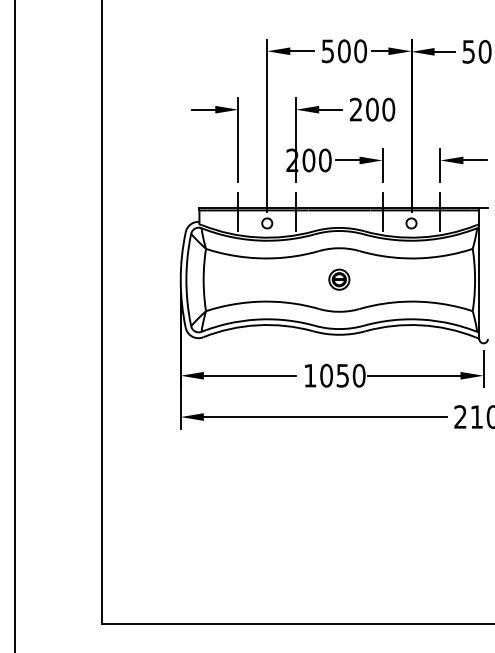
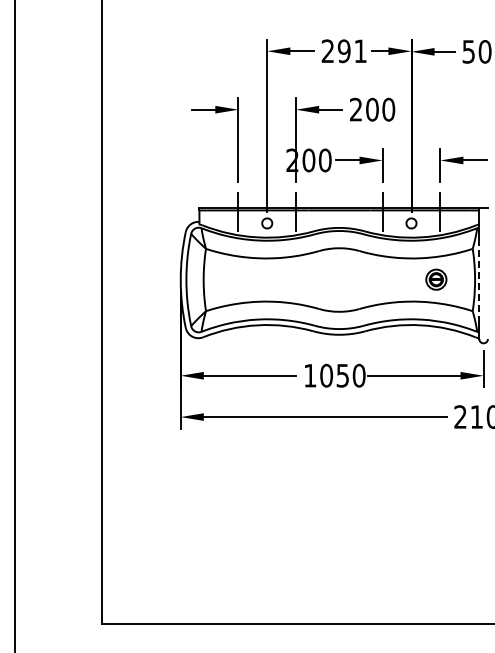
text at (344, 51): 500 -> 291
part at (339, 279) position: (339, 279) -> (436, 279)
line at (479, 280): solid -> dashed
